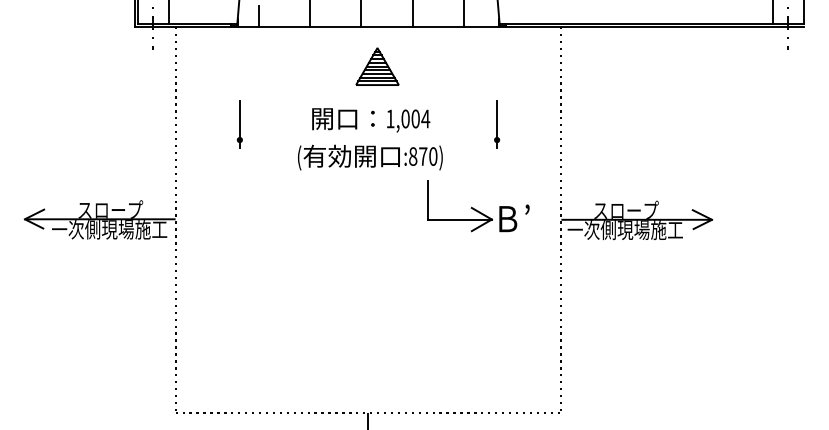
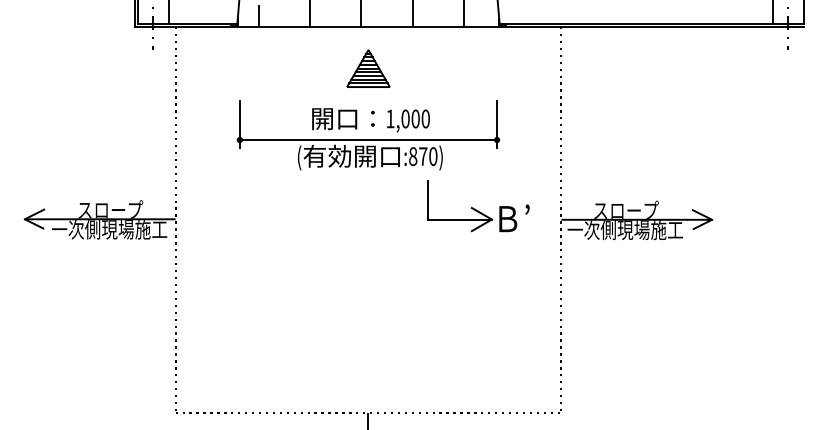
part at (377, 66) position: (377, 66) -> (368, 68)
text at (425, 118): 1,004 -> 1,000
line at (368, 140): none -> present
